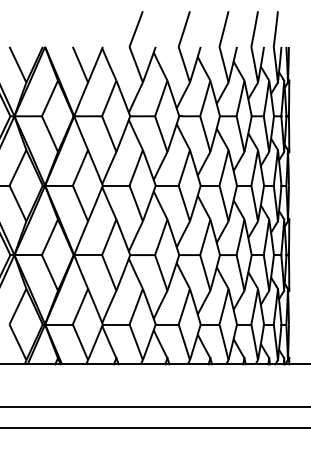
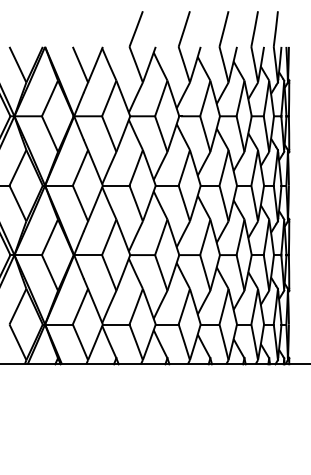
line at (154, 406): present -> none
line at (154, 428): present -> none
